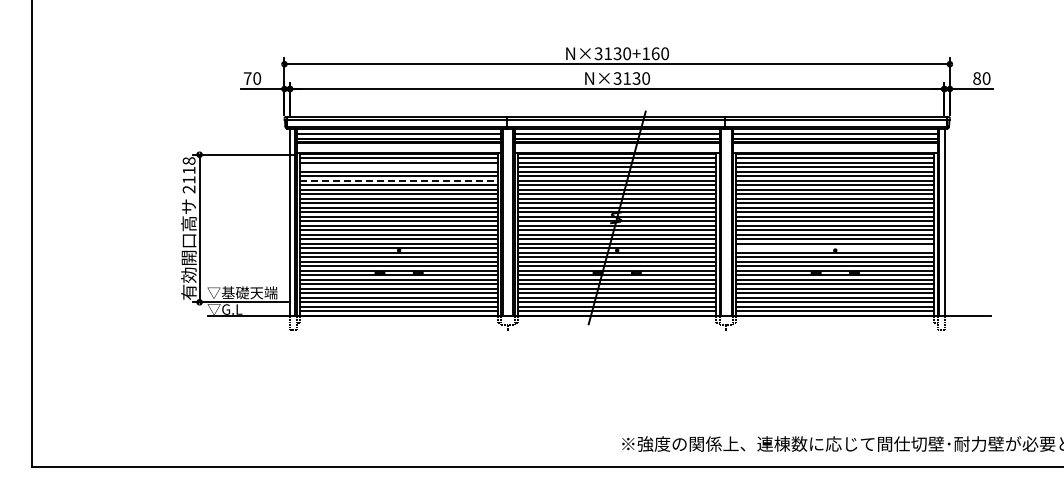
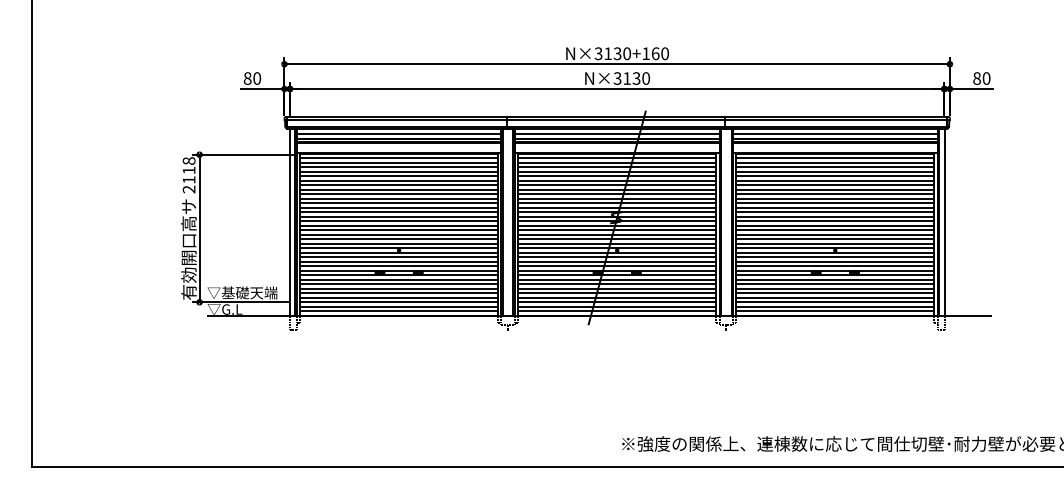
text at (247, 78): 70 -> 80
line at (399, 167): none -> present
line at (399, 180): dashed -> solid
line at (835, 248): none -> present
